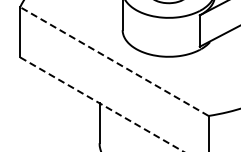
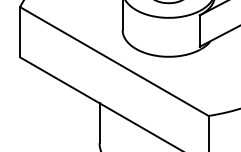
line at (114, 61): dashed -> solid
line at (102, 104): dashed -> solid
